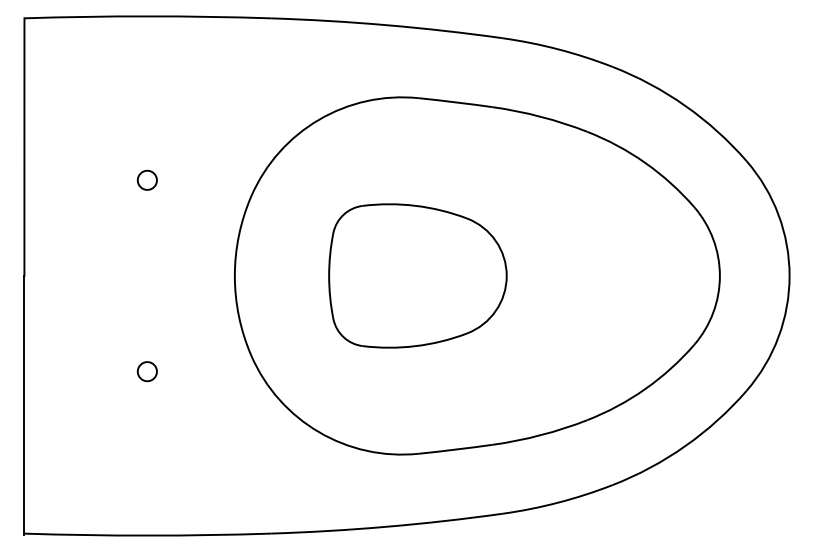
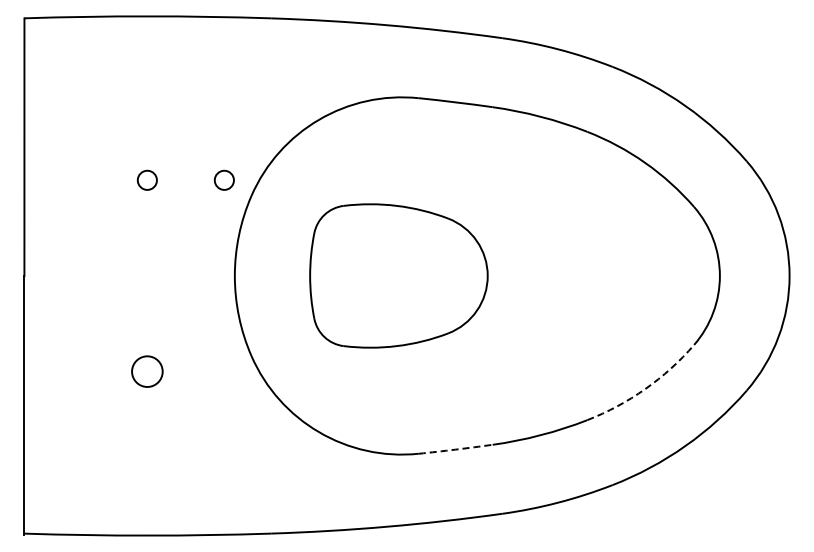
circle at (223, 179): none -> present
part at (417, 275) position: (417, 275) -> (398, 275)
circle at (146, 371) diameter: 19 px -> 31 px
arc at (645, 389): solid -> dashed
arc at (455, 449): solid -> dashed
